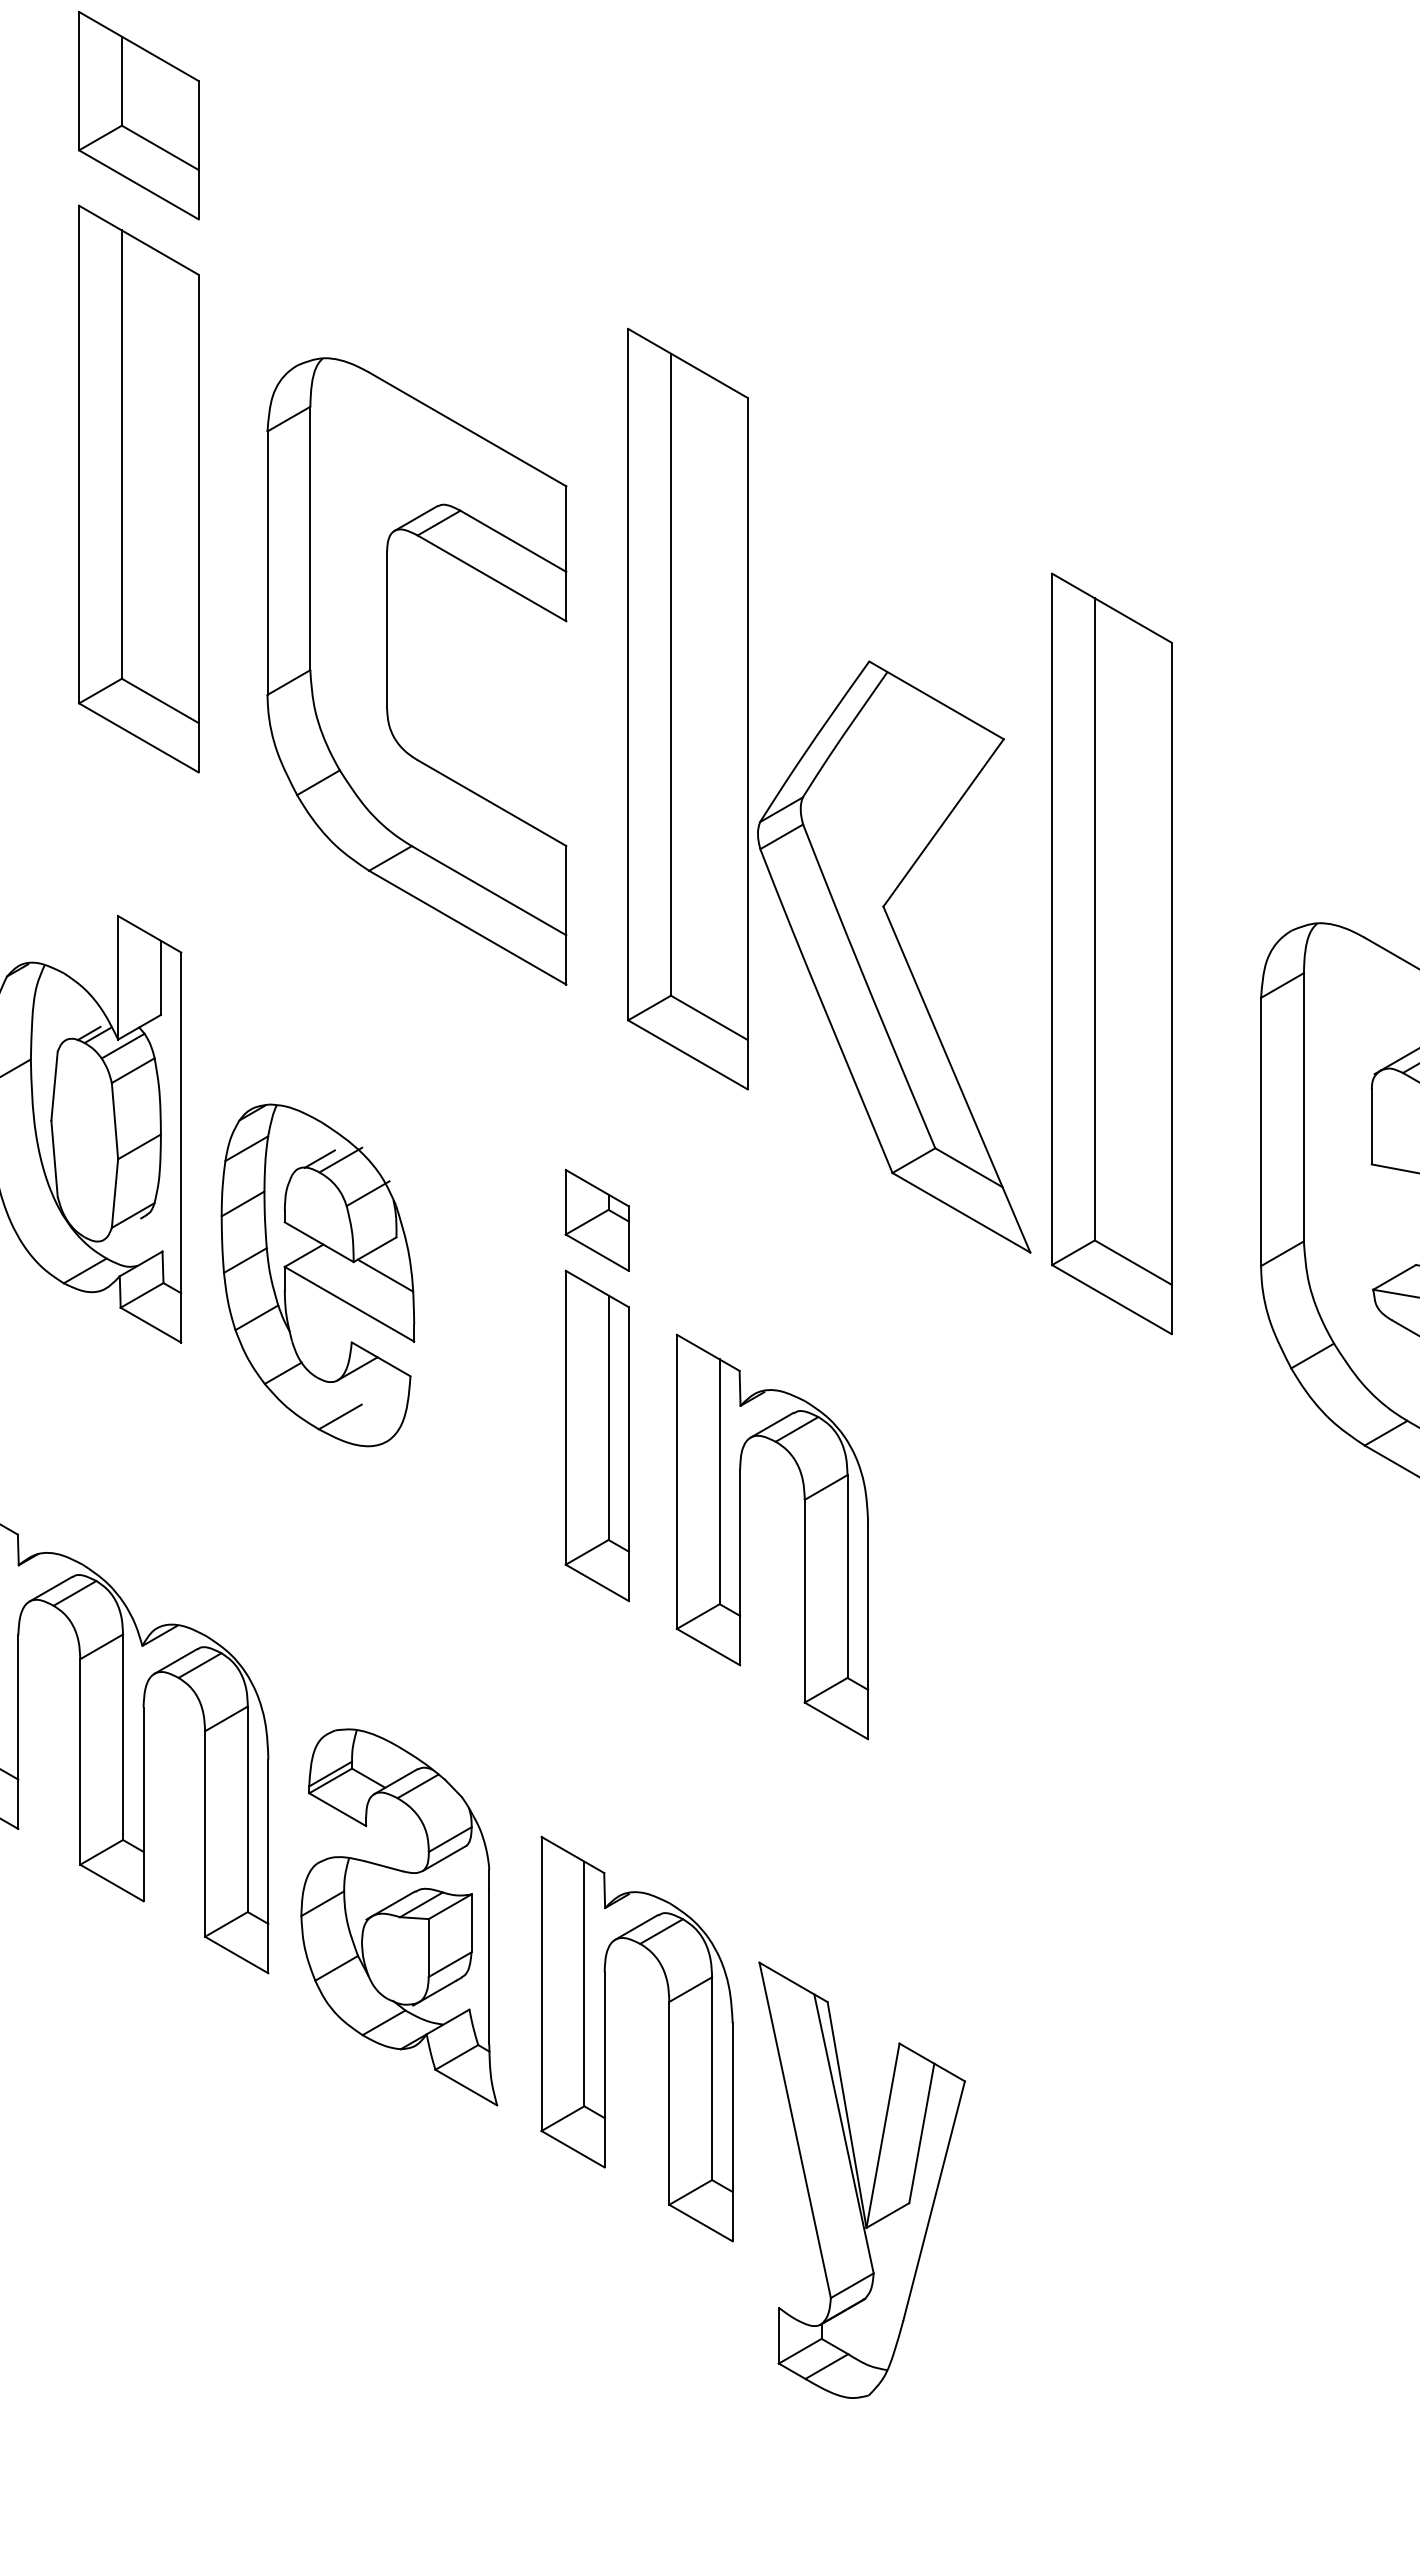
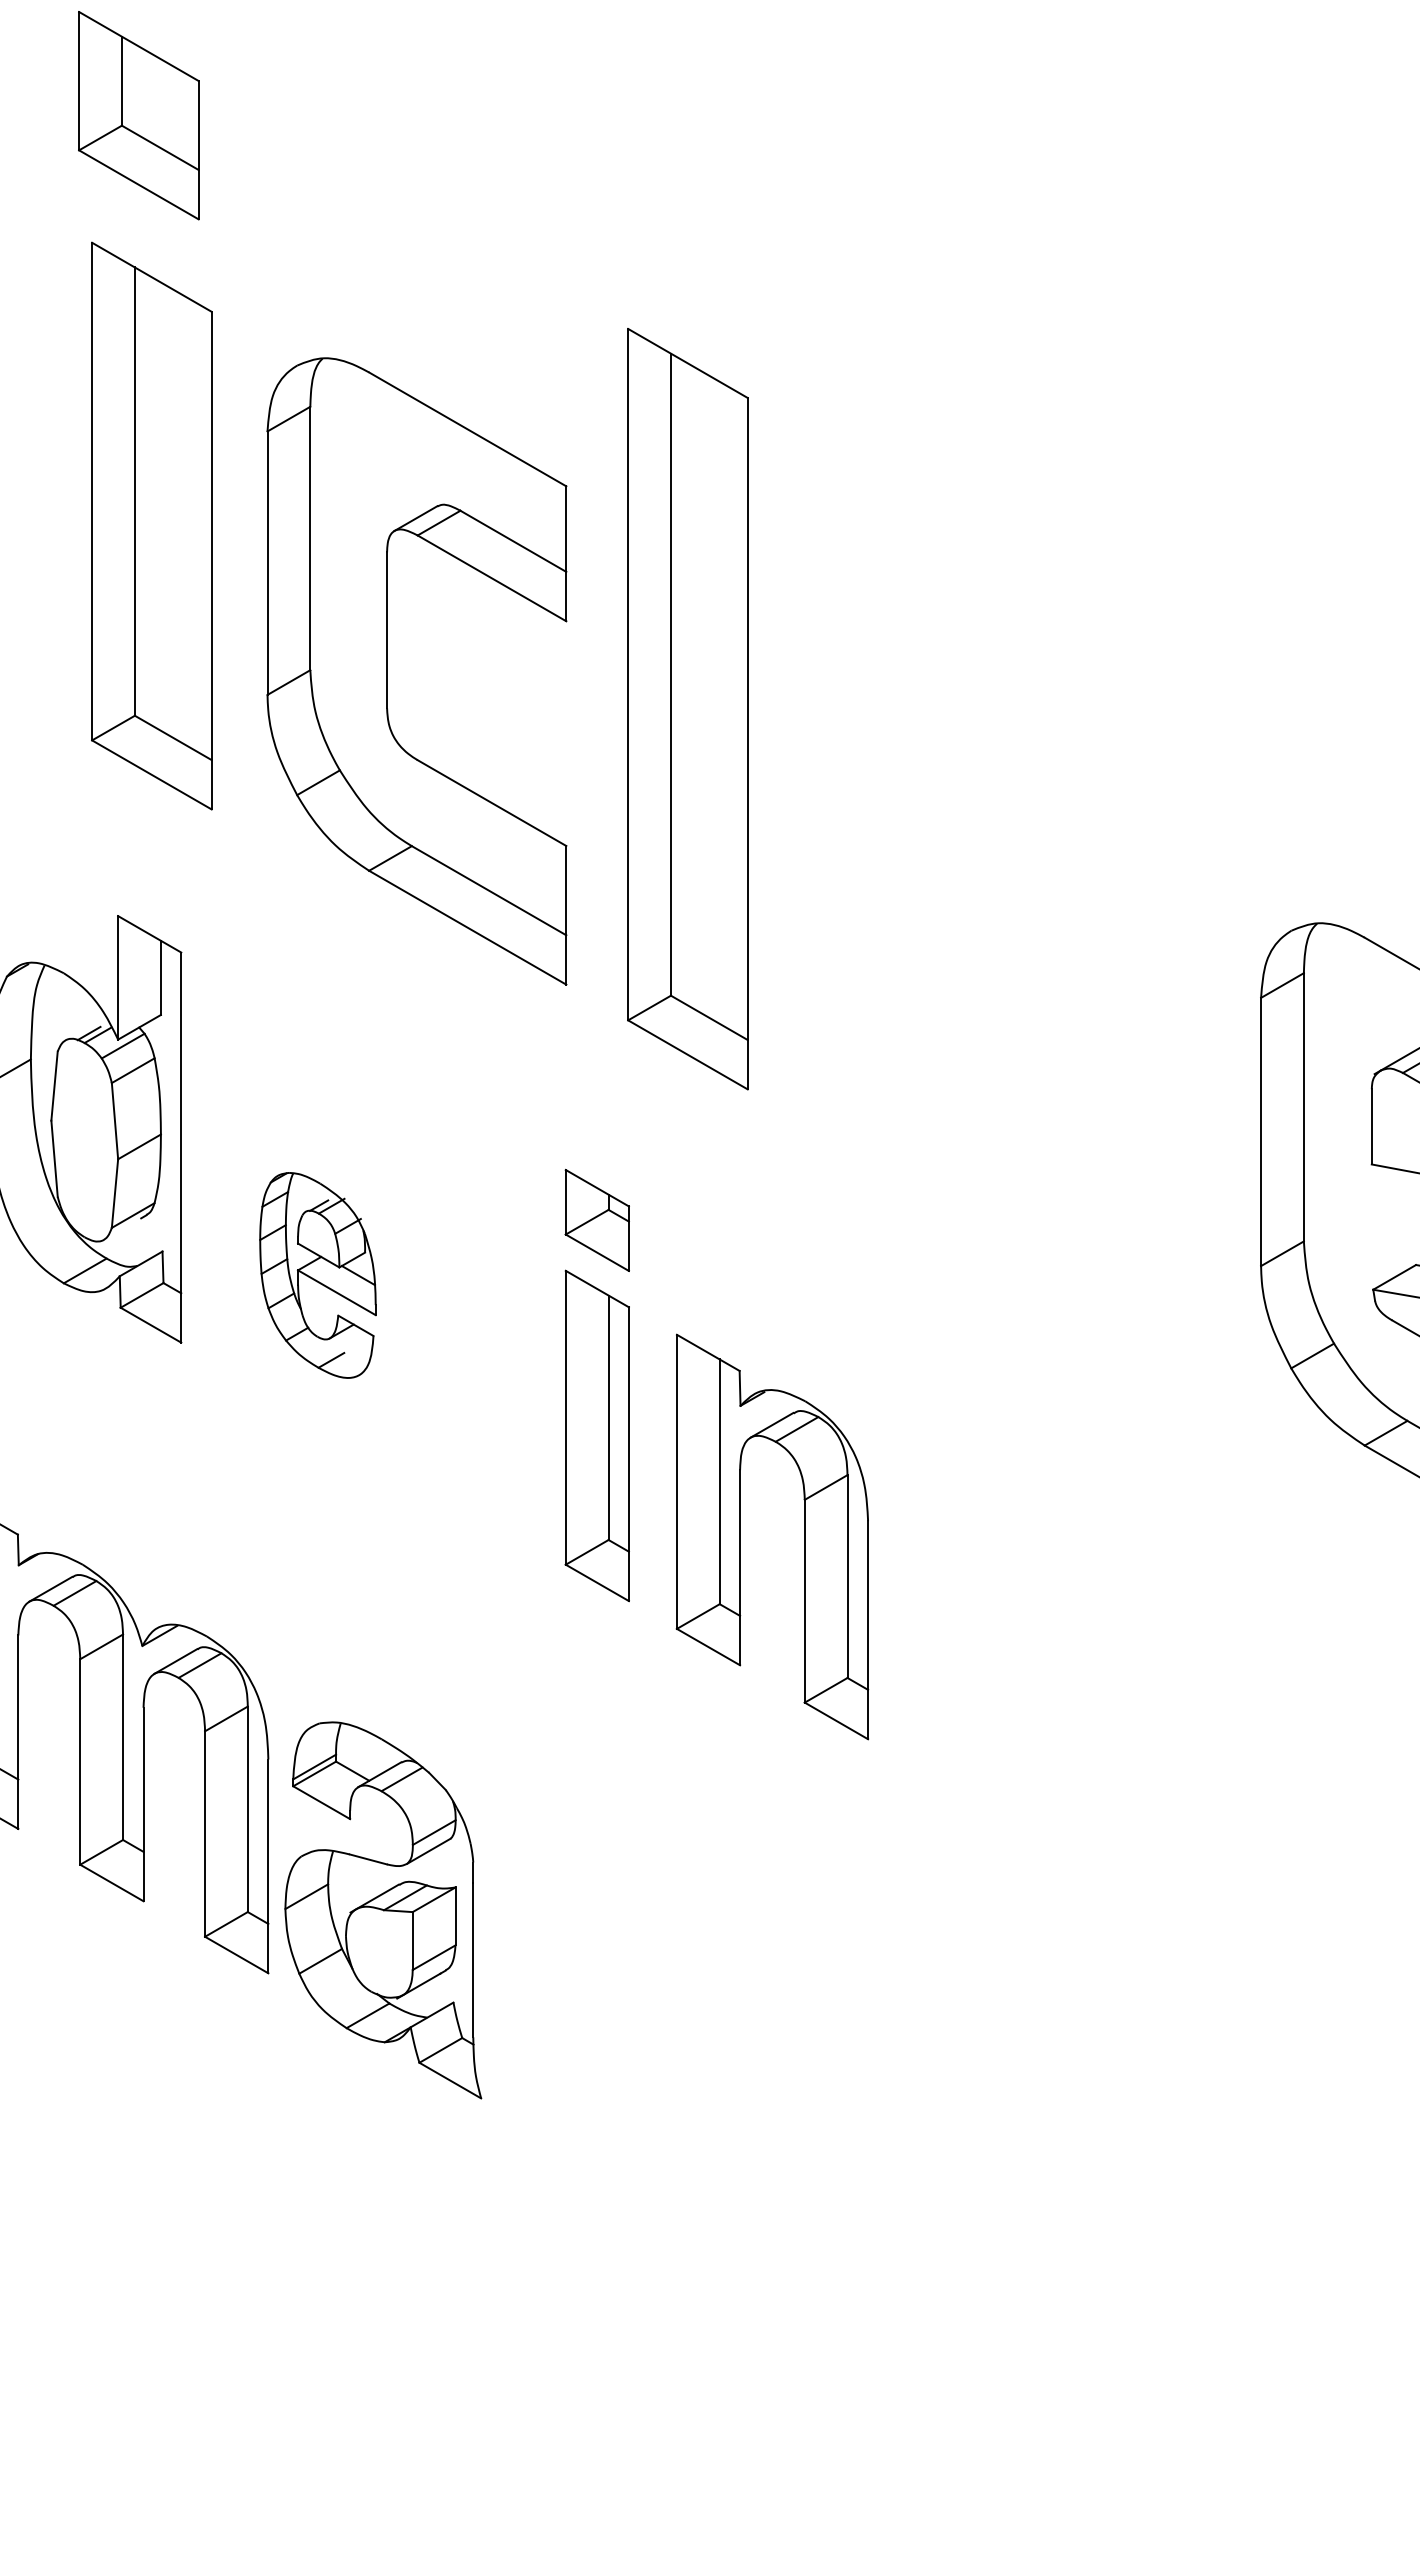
part at (138, 488) position: (138, 488) -> (151, 525)
part at (1111, 953): present -> none
part at (894, 956): present -> none
part at (317, 1275) size: 196x345 px -> 118x207 px
part at (399, 1917) position: (399, 1917) -> (383, 1910)
part at (605, 2038): present -> none
part at (861, 2179): present -> none
